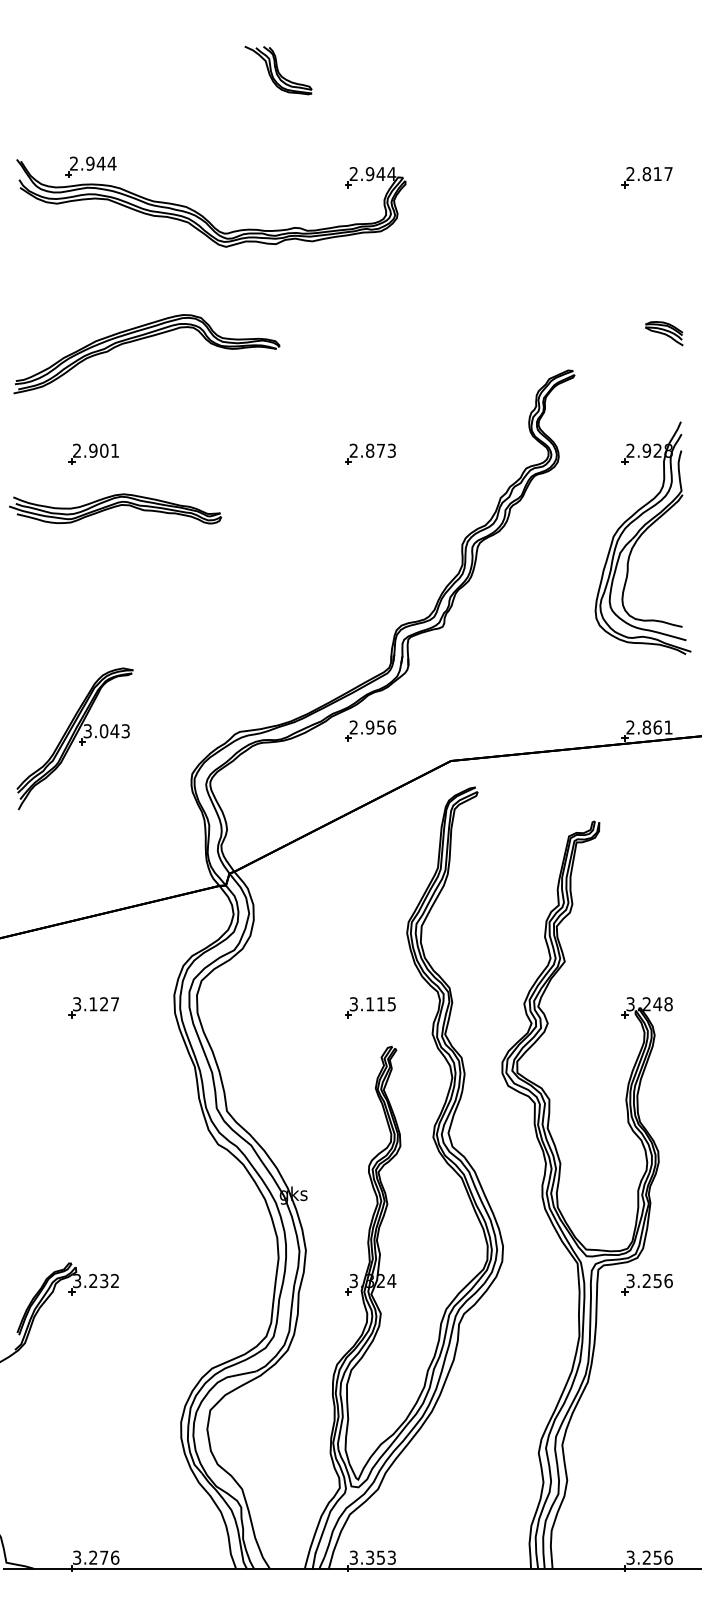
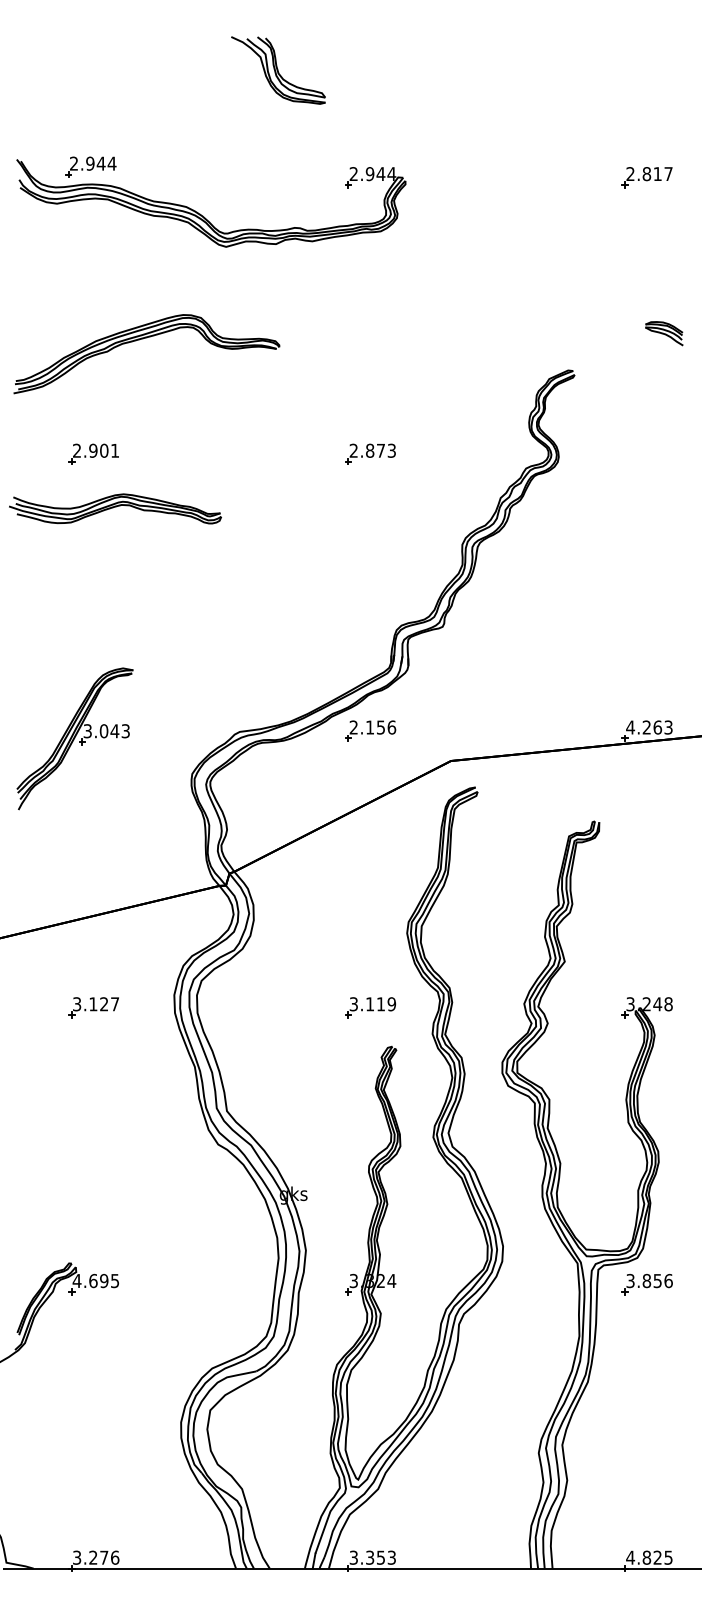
part at (278, 70) size: 69x51 px -> 95x69 px
part at (642, 537): present -> none
text at (369, 727): 2.956 -> 2.156
text at (649, 727): 2.861 -> 4.263
text at (391, 1004): 3.115 -> 3.119
text at (95, 1280): 3.232 -> 4.695
text at (646, 1281): 3.256 -> 3.856
text at (649, 1557): 3.256 -> 4.825
